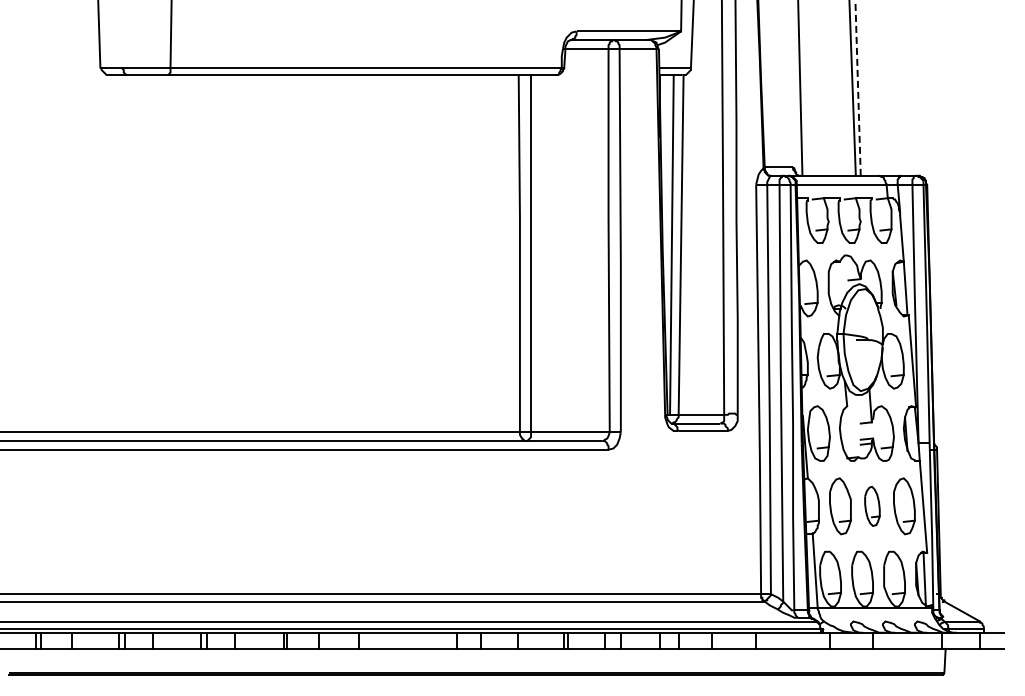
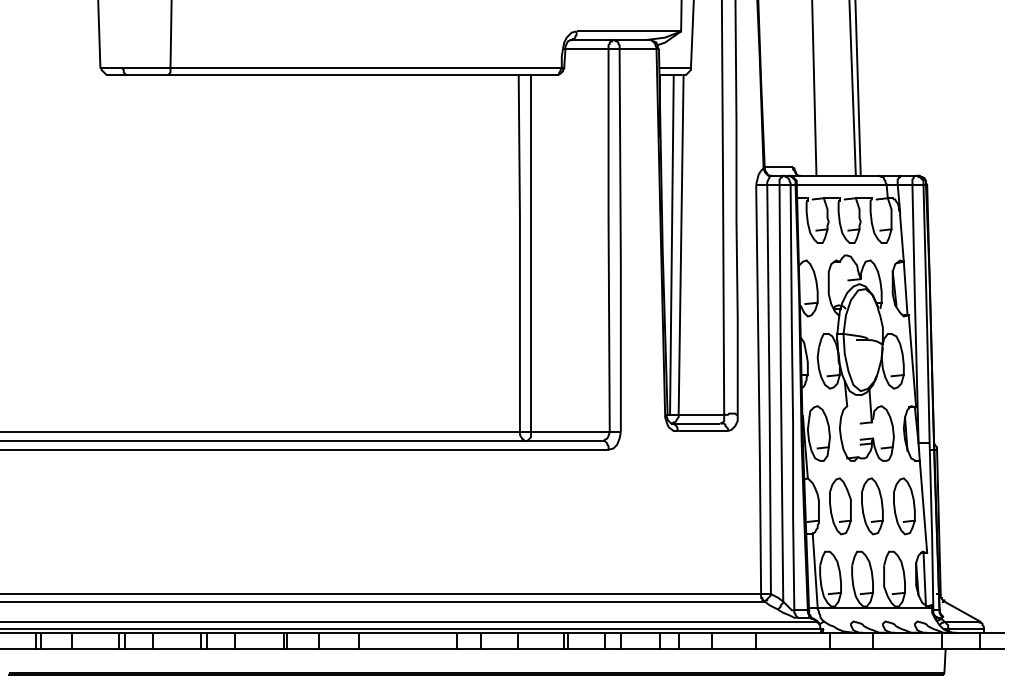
line at (858, 87): dashed -> solid
line at (800, 88) position: (800, 88) -> (814, 88)
part at (872, 505) size: 17x42 px -> 23x59 px
